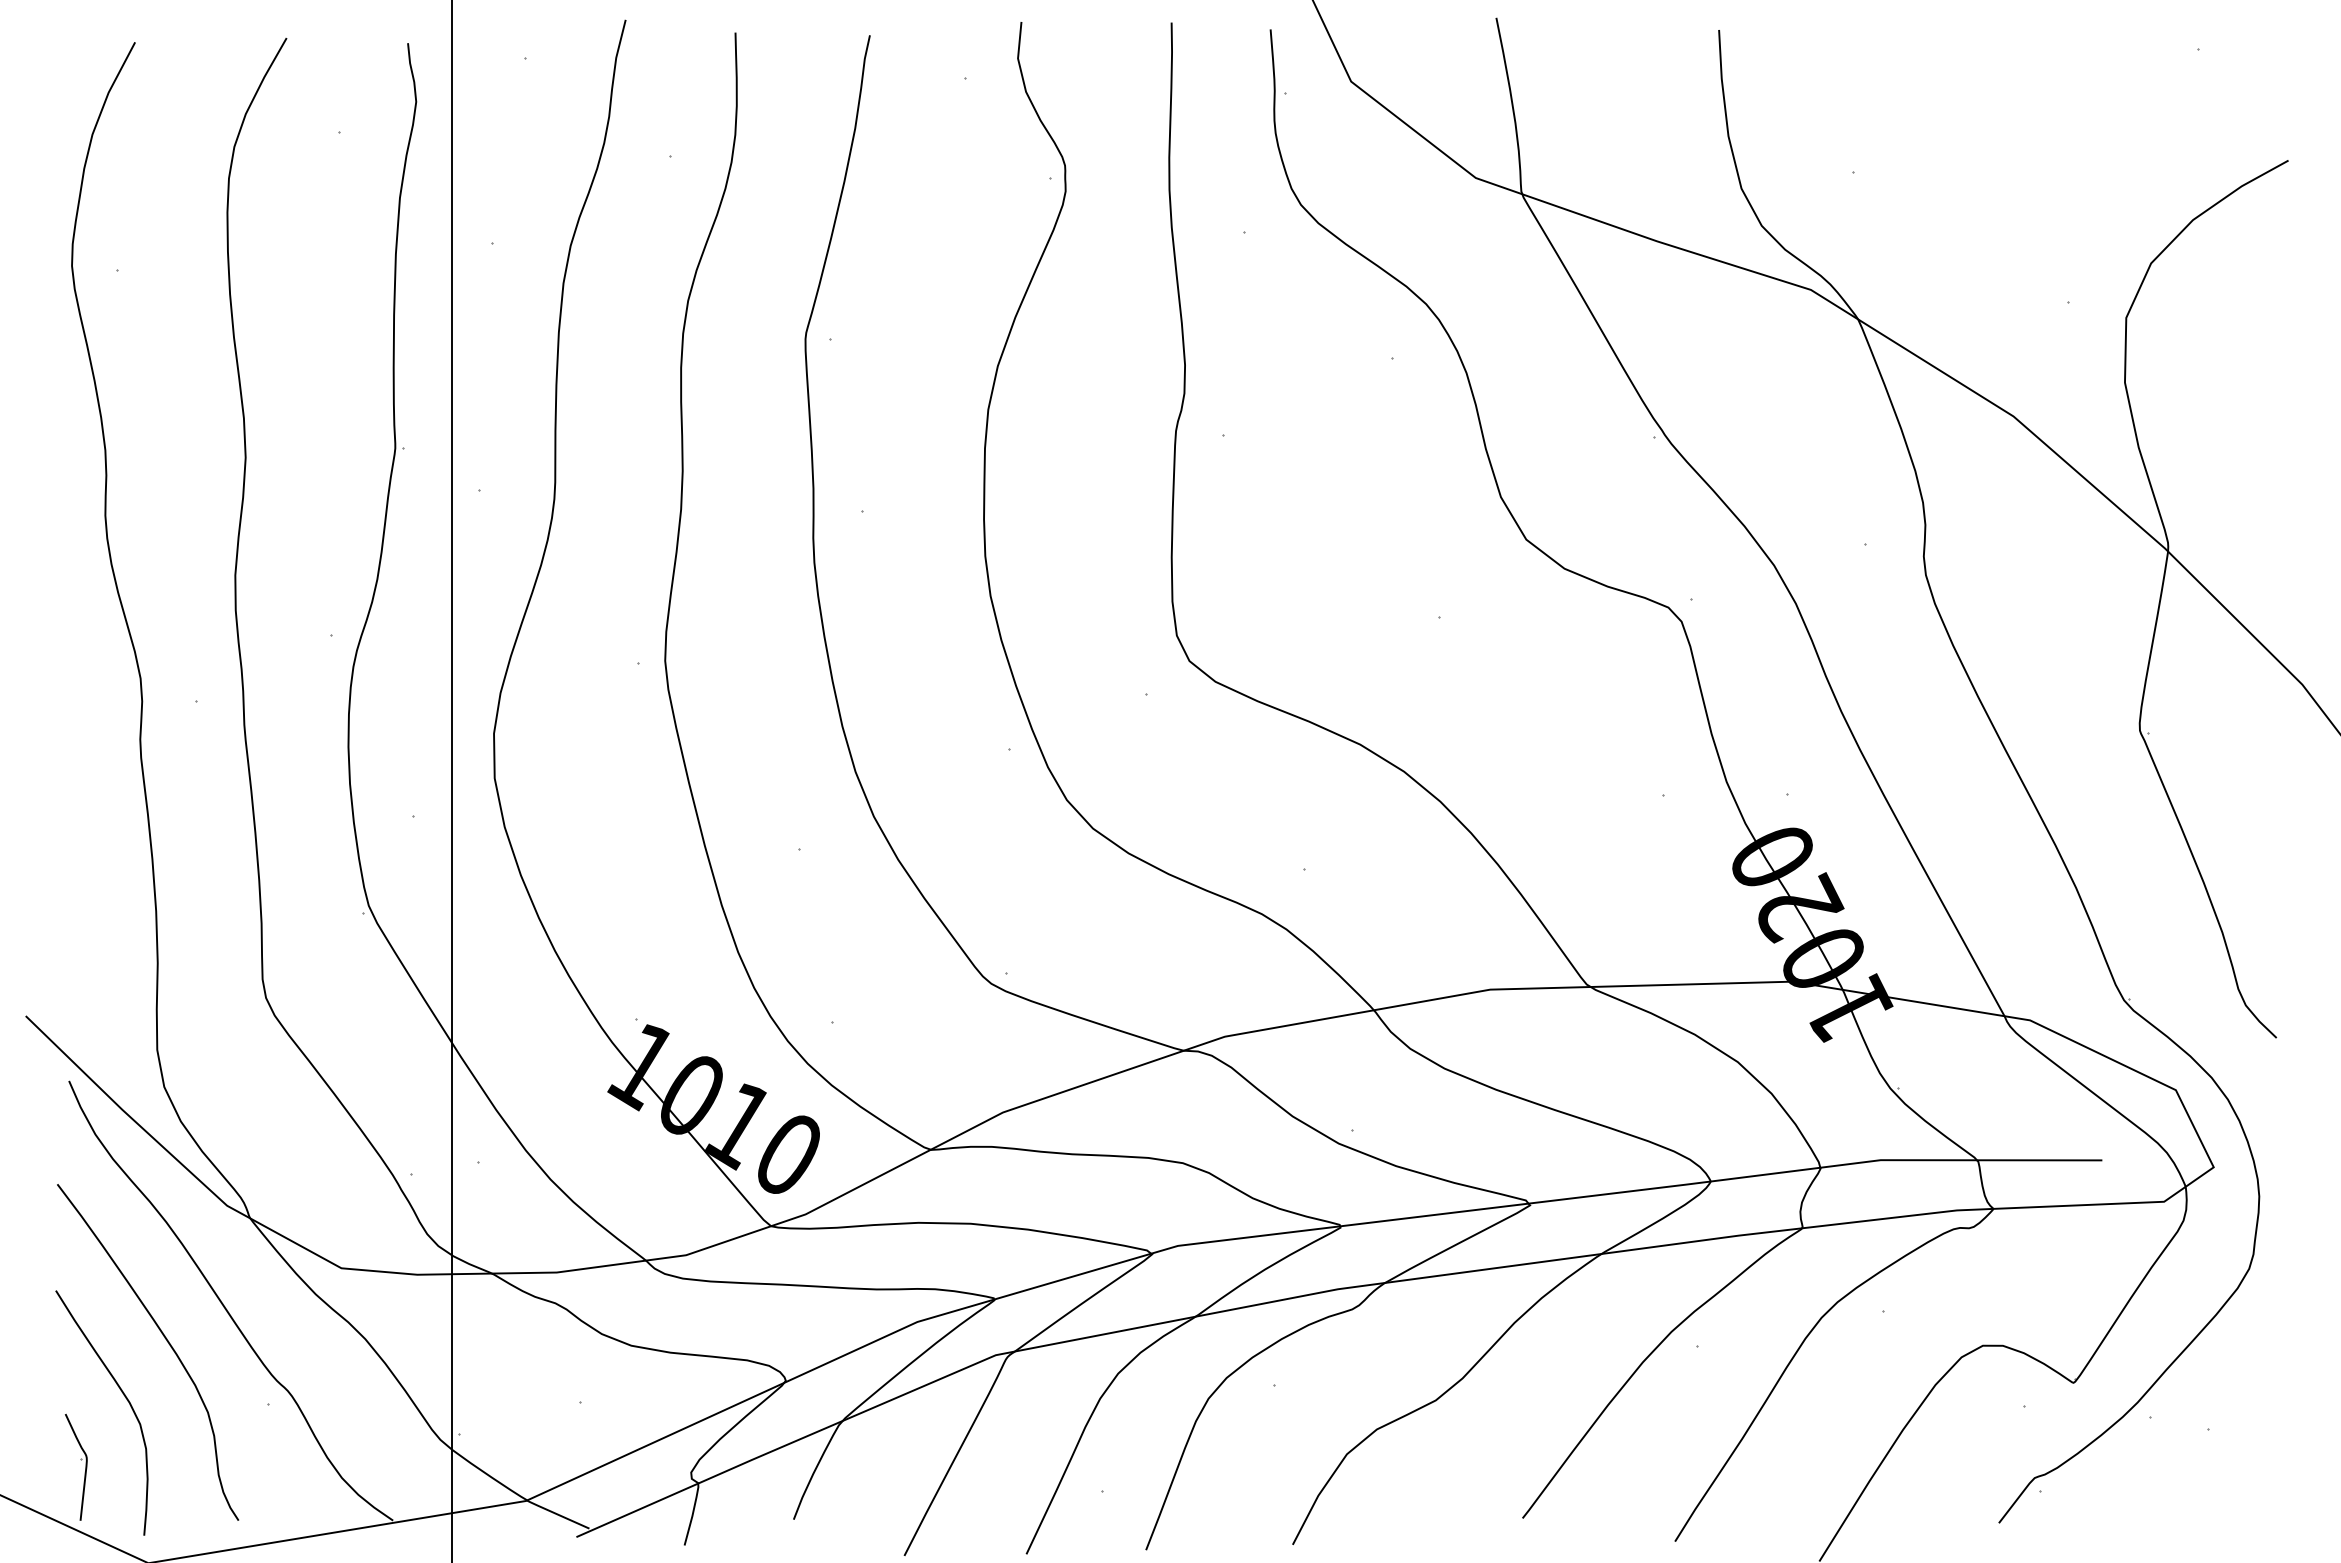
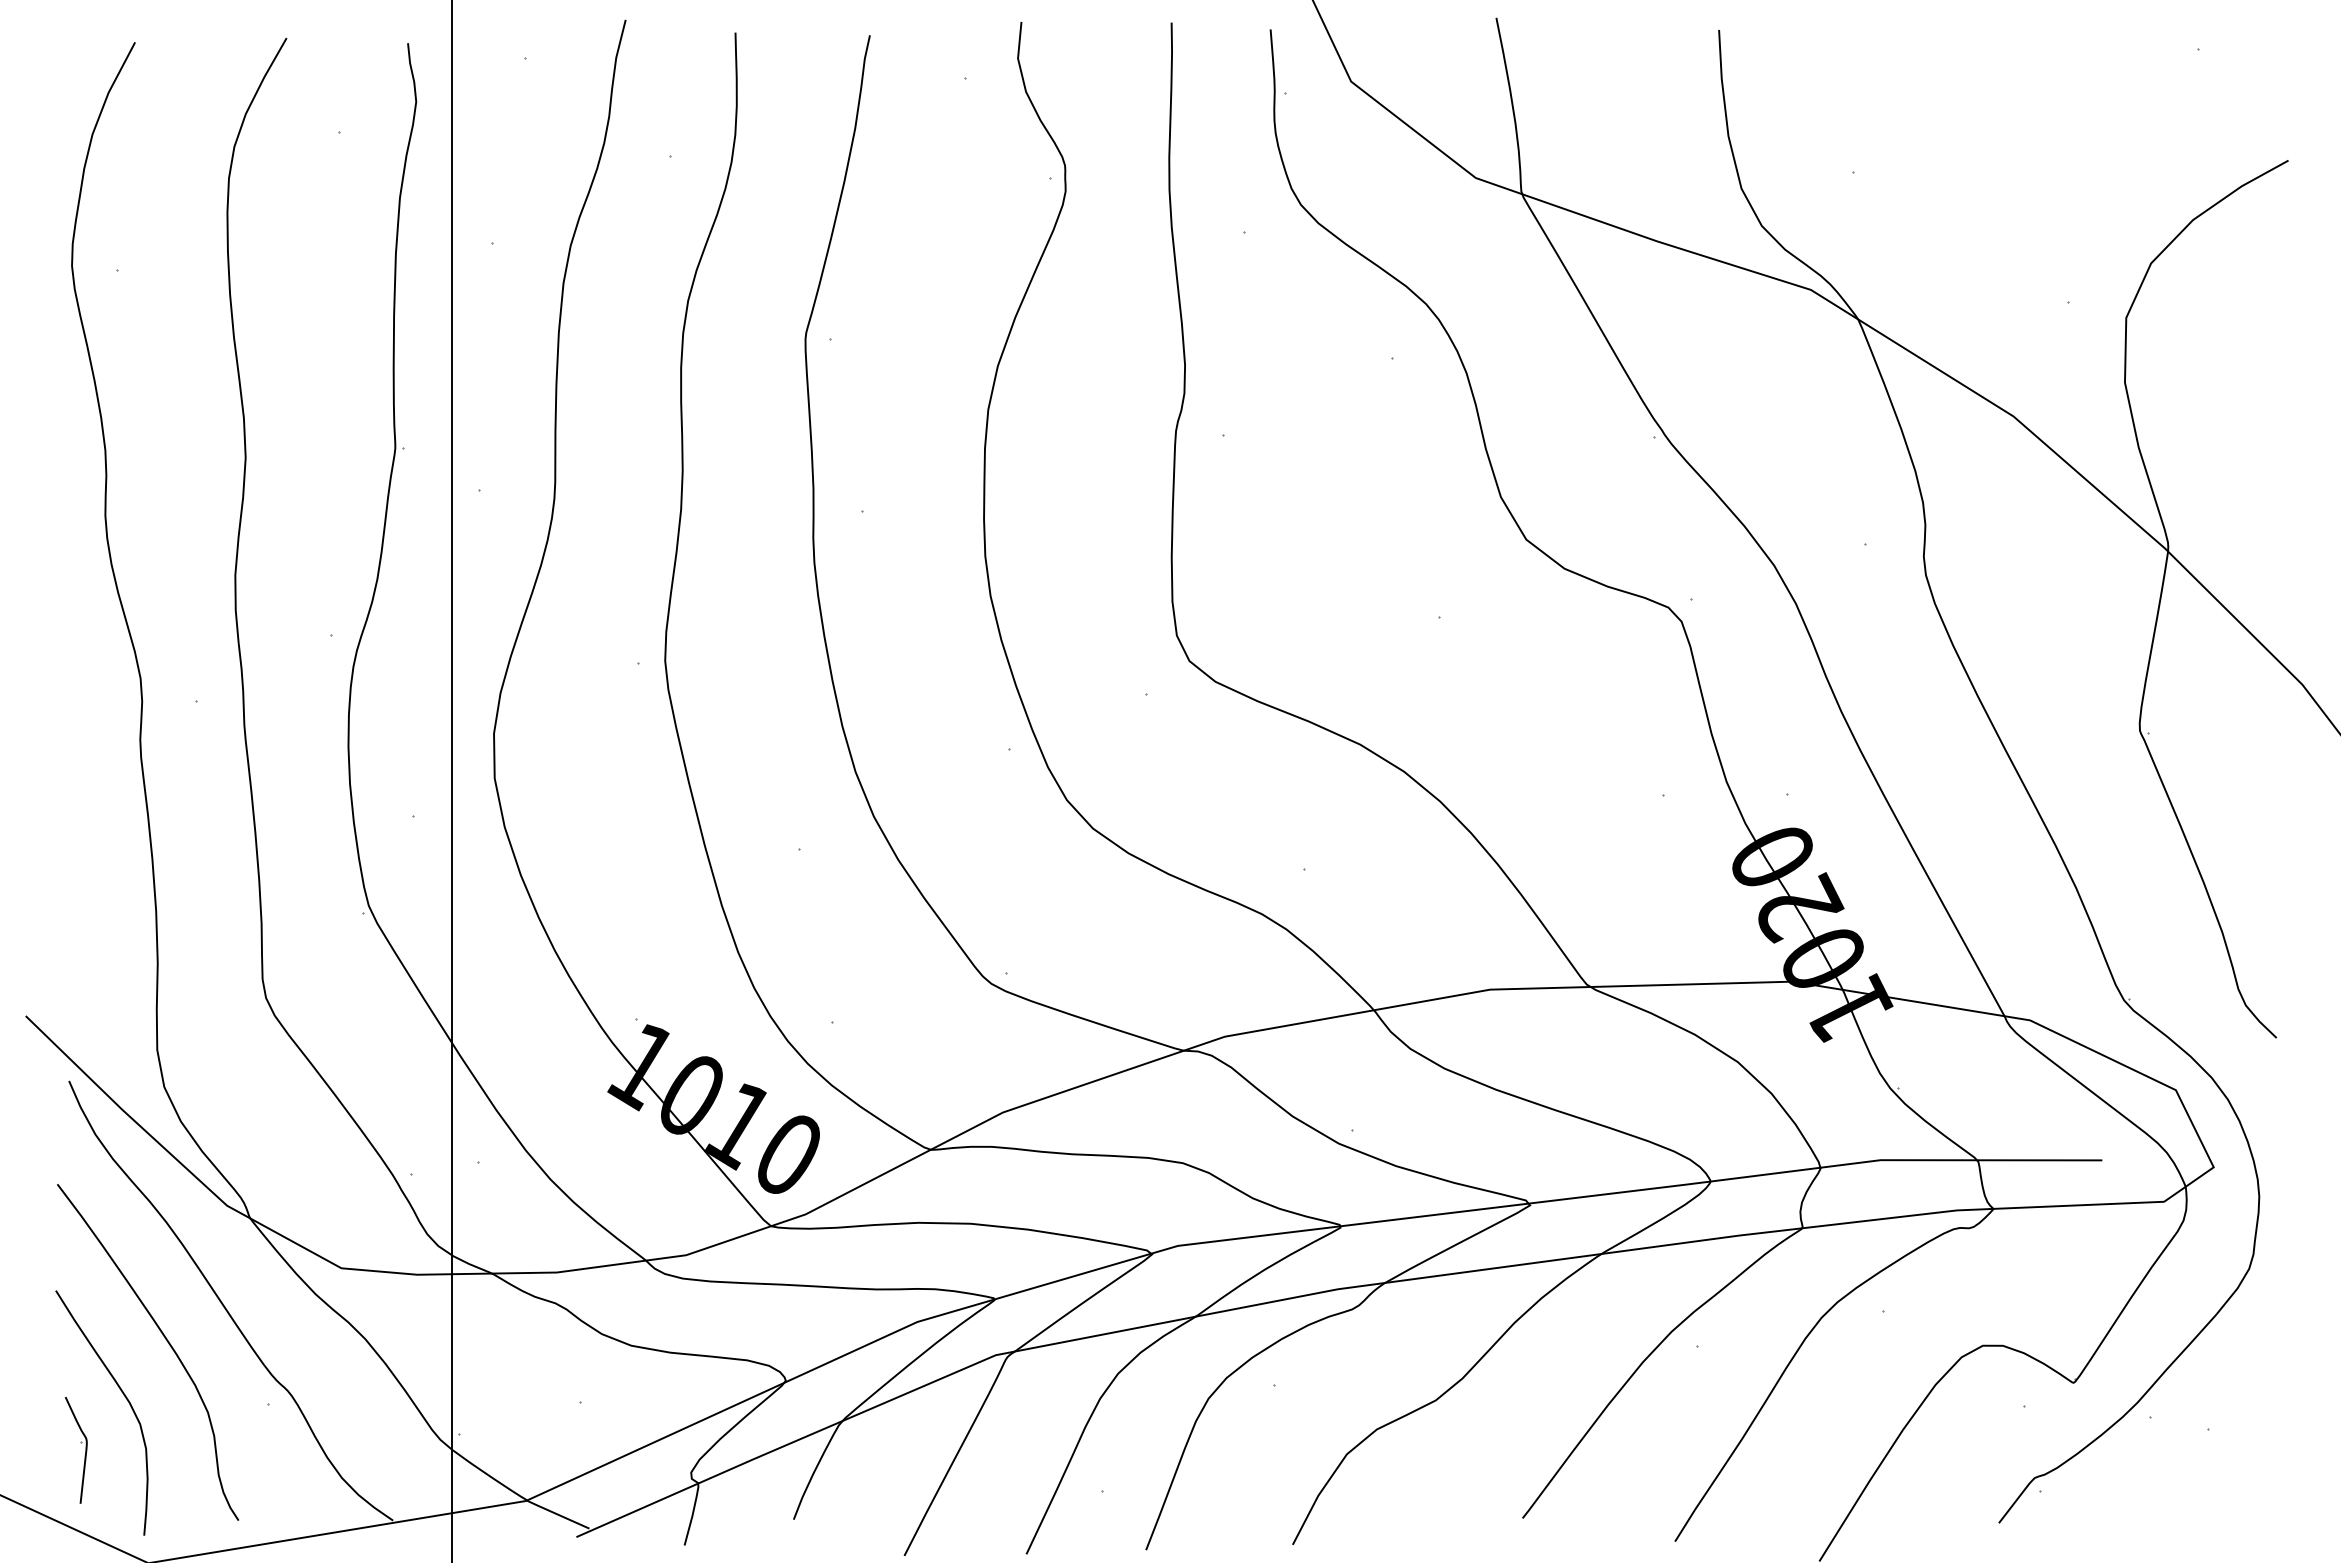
part at (81, 1460) position: (81, 1460) -> (81, 1443)
